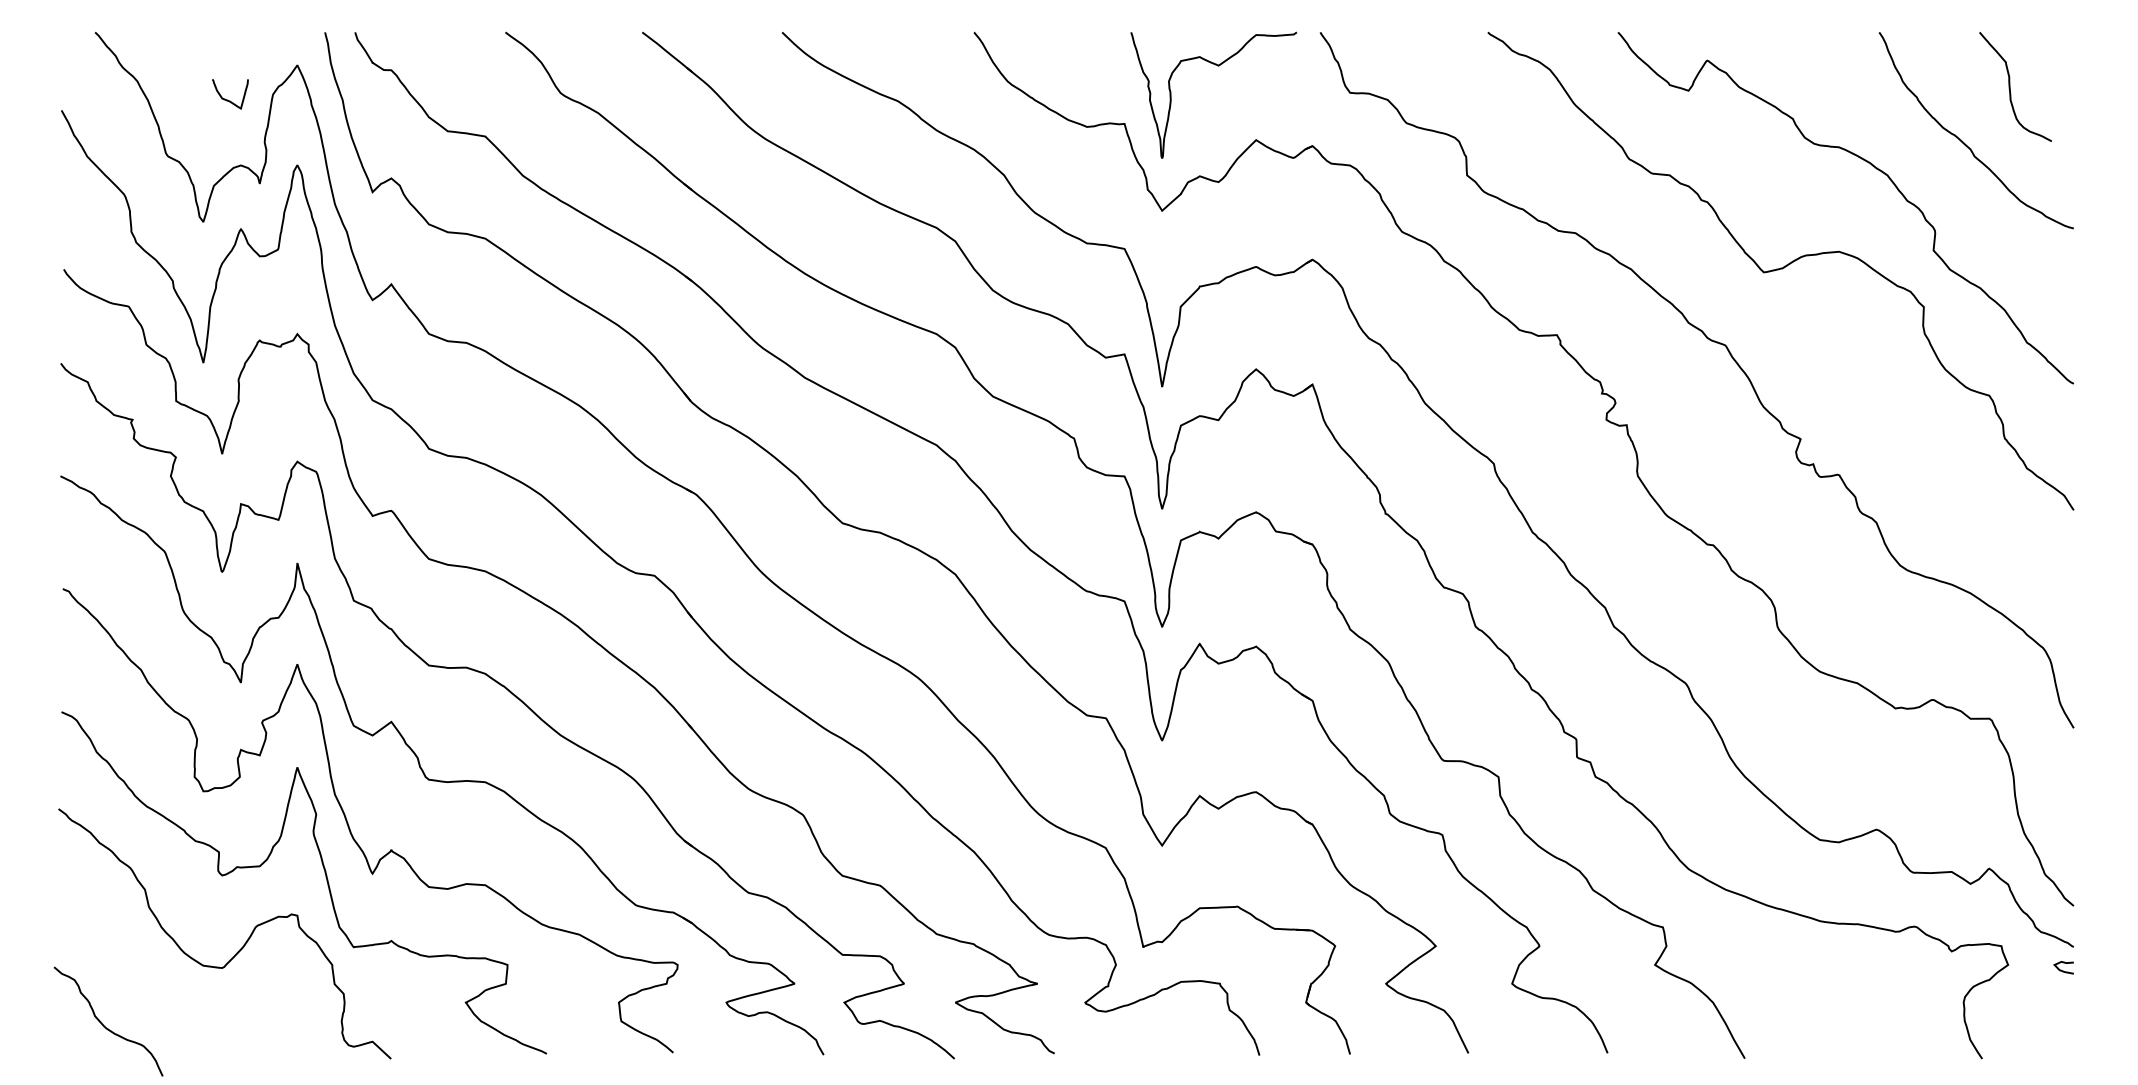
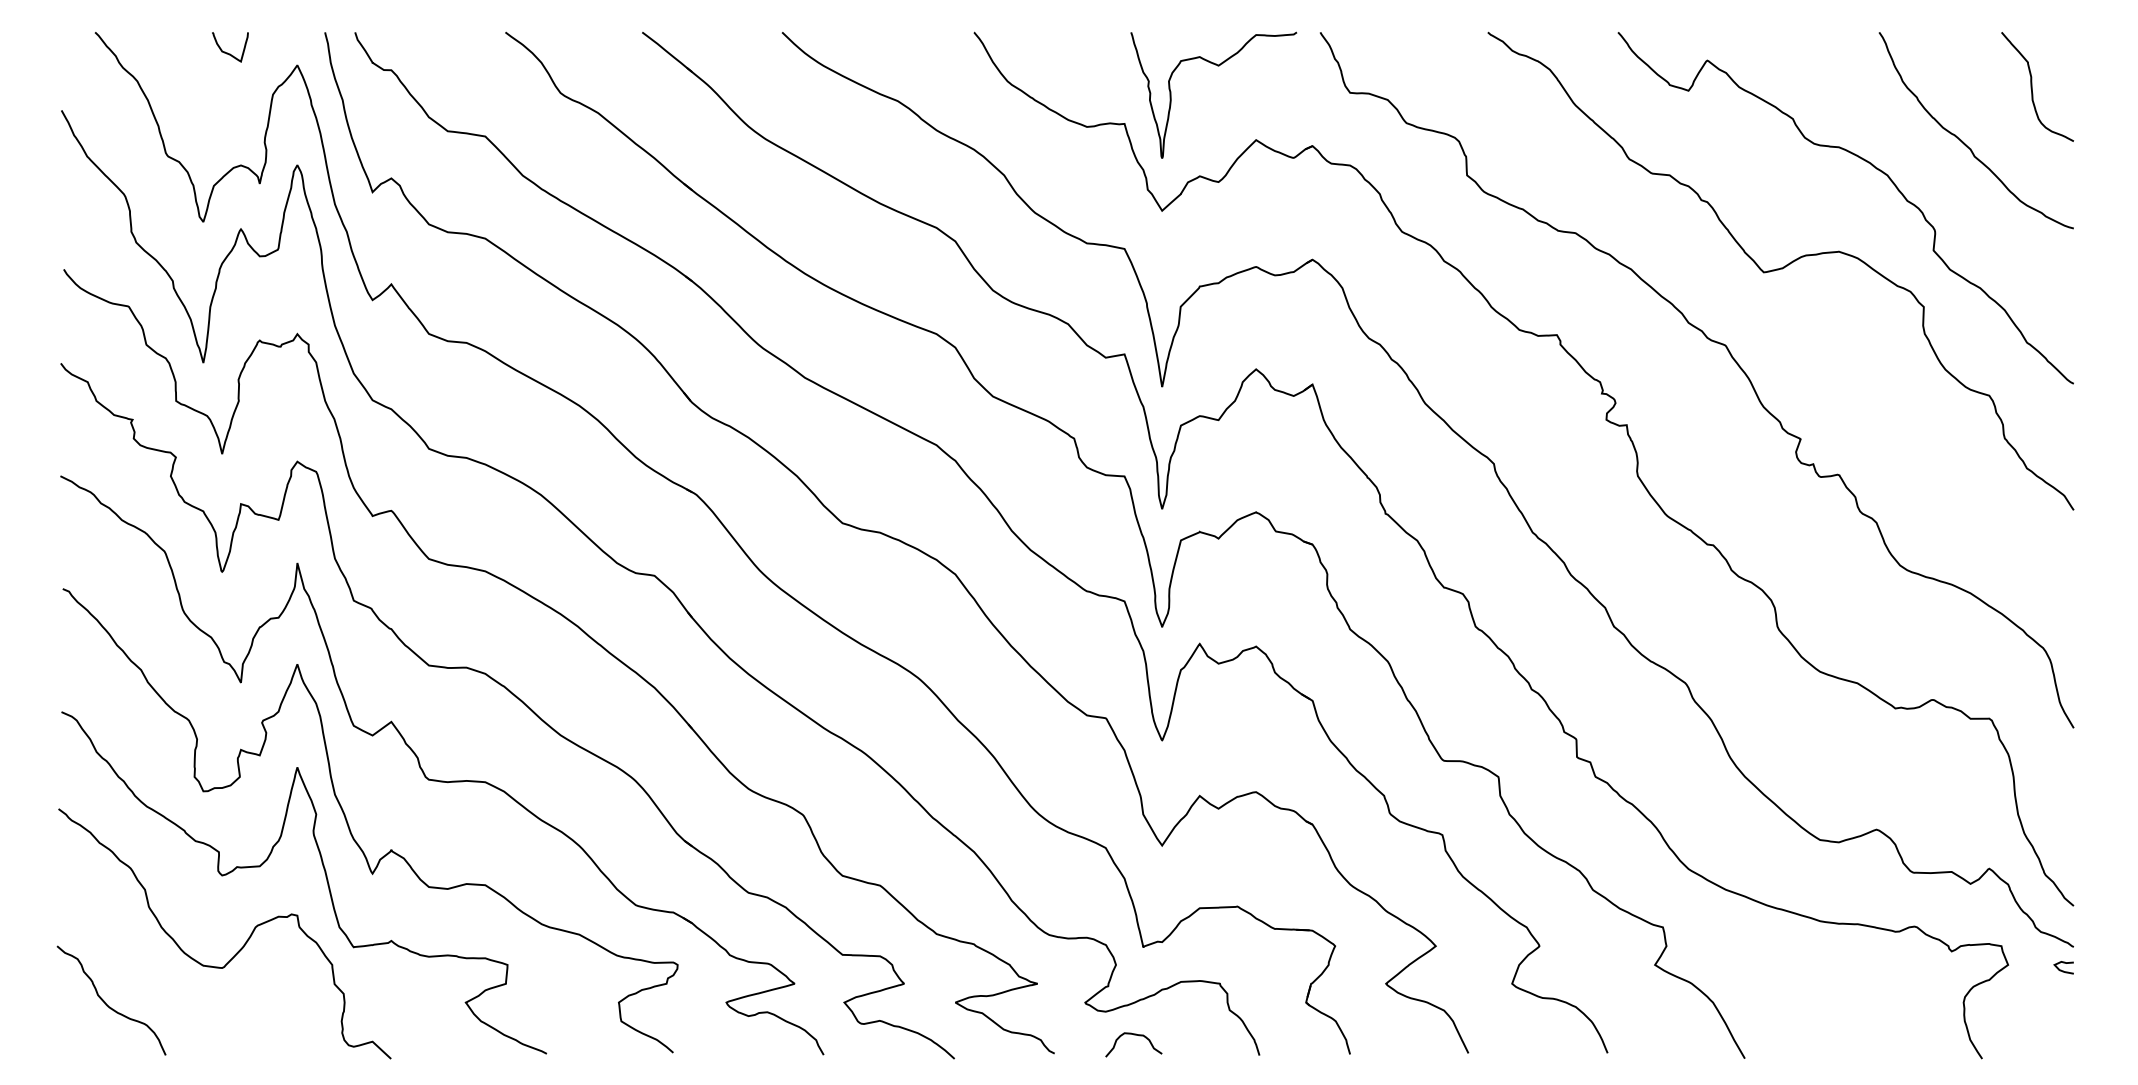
curve at (2010, 86) position: (2010, 86) -> (2032, 86)
curve at (227, 99) position: (227, 99) -> (227, 52)
curve at (104, 1025) position: (104, 1025) -> (107, 1004)
curve at (1133, 1035): none -> present
